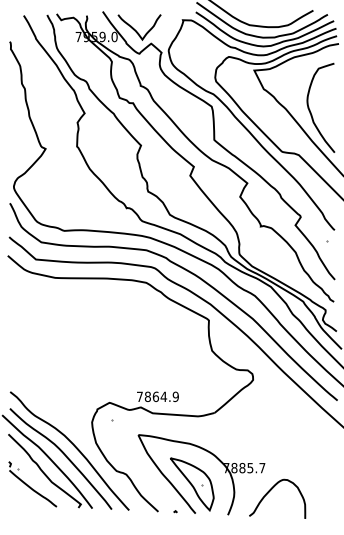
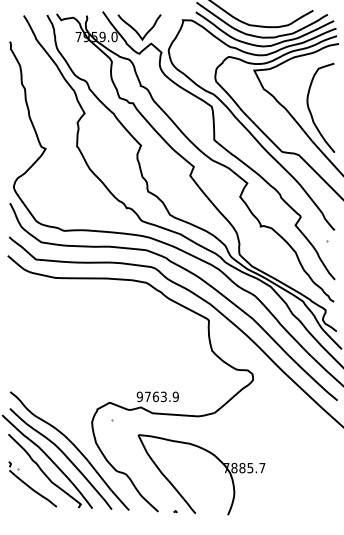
text at (151, 396): 7864.9 -> 9763.9
part at (192, 484): present -> none
curve at (270, 491): present -> none
